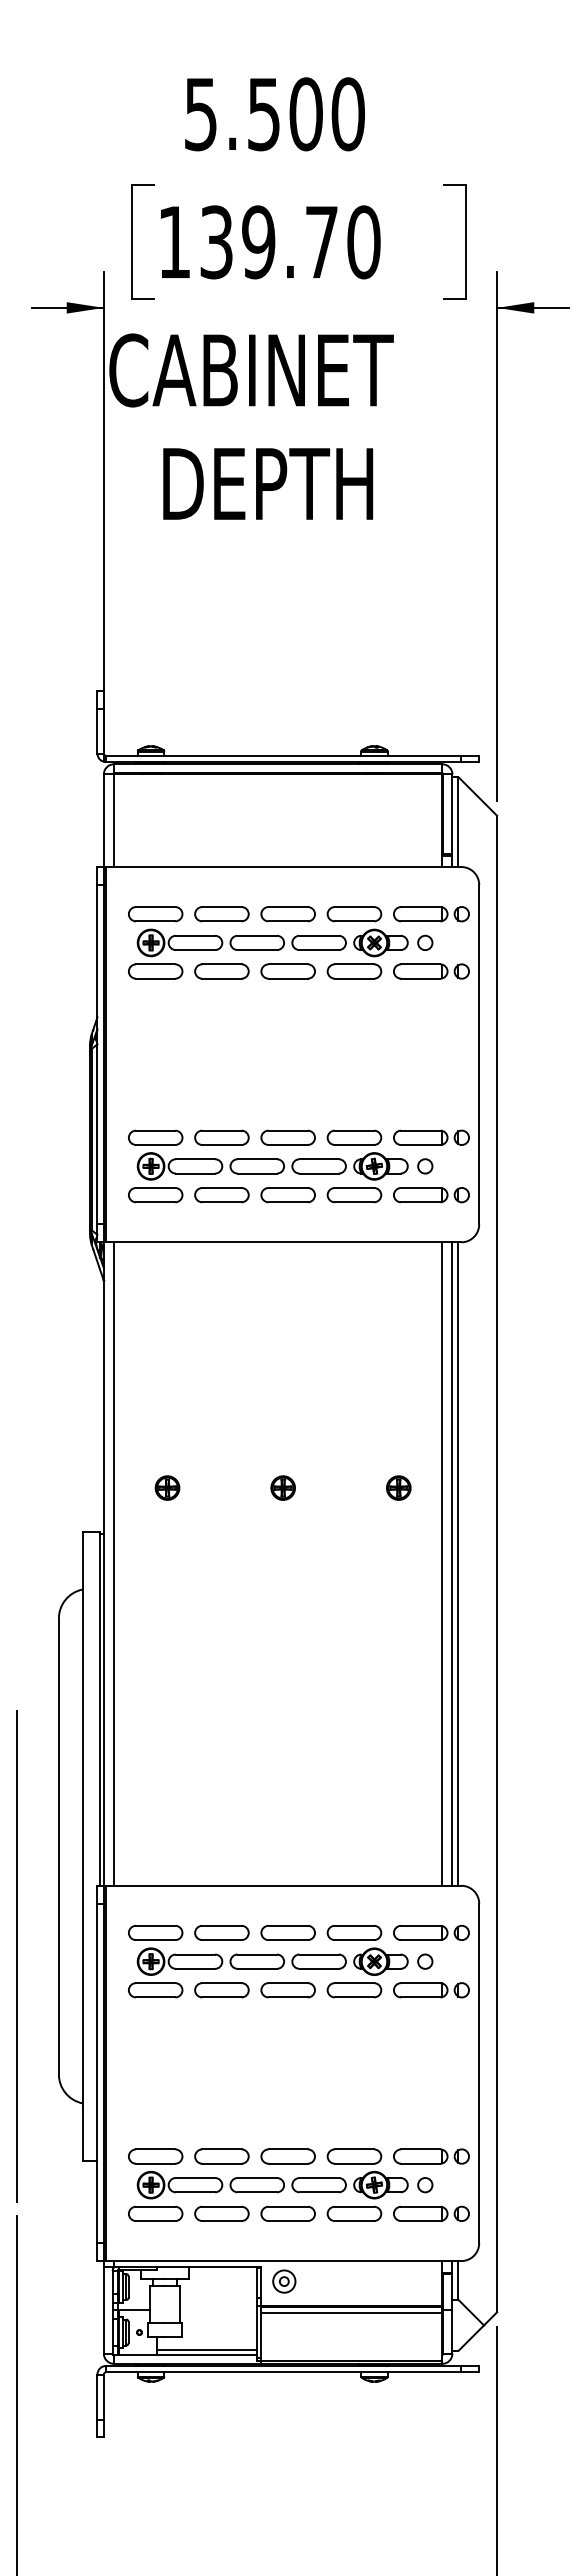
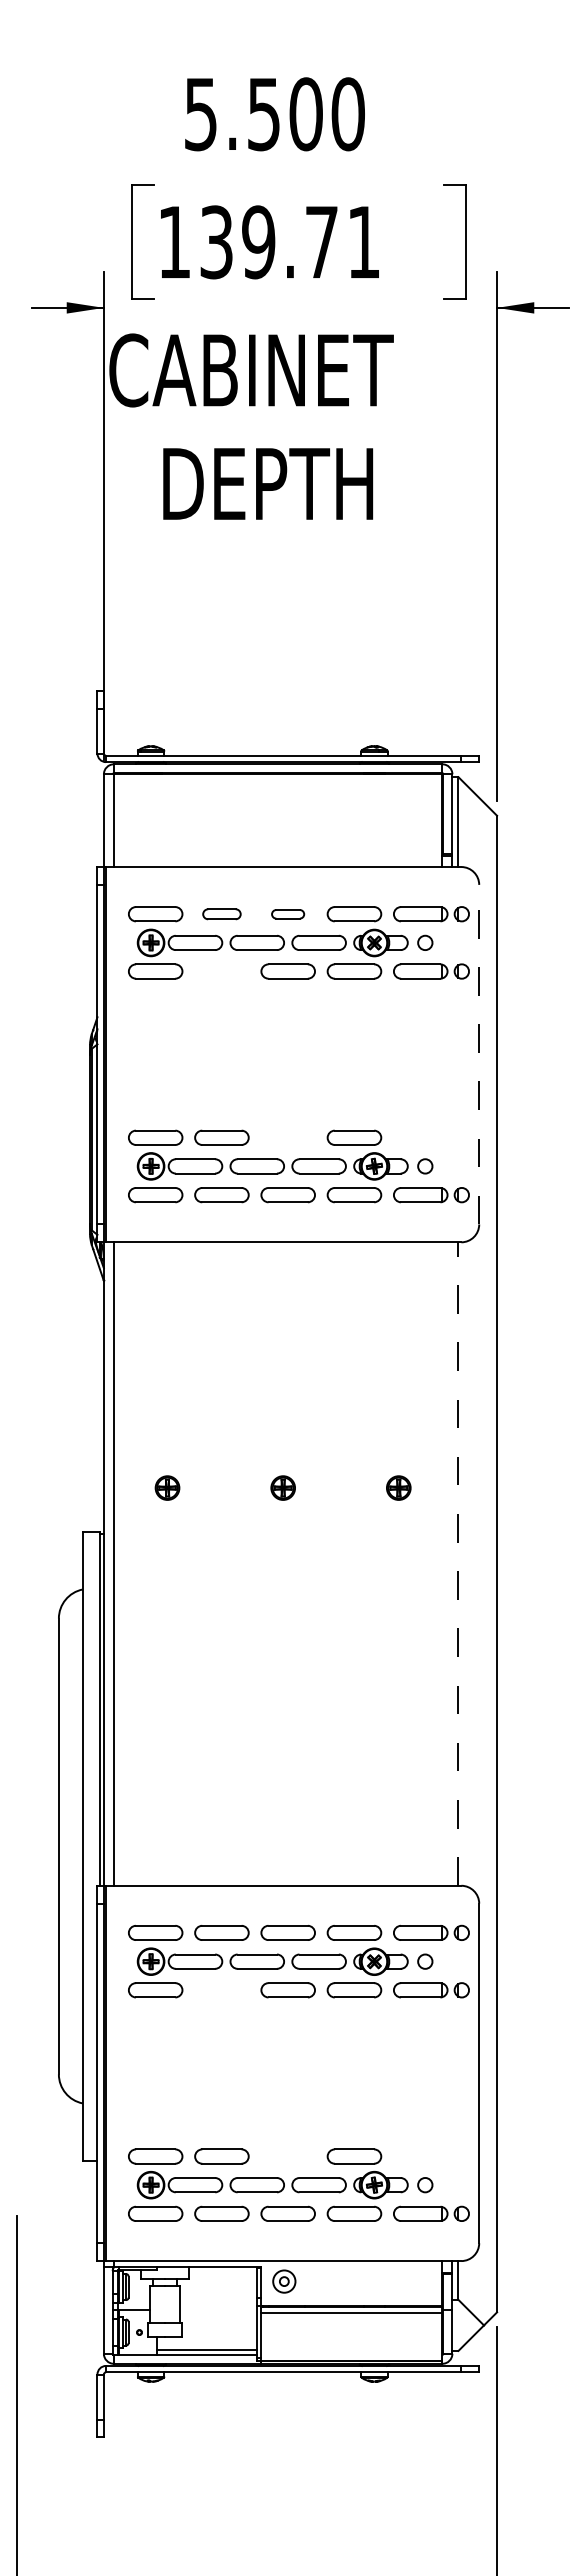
text at (363, 242): 139.70 -> 139.71
part at (221, 914) size: 56x17 px -> 40x13 px
part at (287, 914) size: 56x17 px -> 35x11 px
part at (221, 971): present -> none
line at (479, 1054): solid -> dashed
part at (287, 1137): present -> none
part at (431, 1137): present -> none
line at (442, 1563): present -> none
line at (452, 1563): present -> none
line at (458, 1564): solid -> dashed
line at (16, 1956): present -> none
part at (221, 1990): present -> none
part at (287, 2156): present -> none
part at (431, 2156): present -> none
